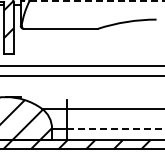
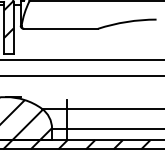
line at (97, 1): dashed -> solid
line at (81, 66) position: (81, 66) -> (81, 60)
line at (116, 128): dashed -> solid
